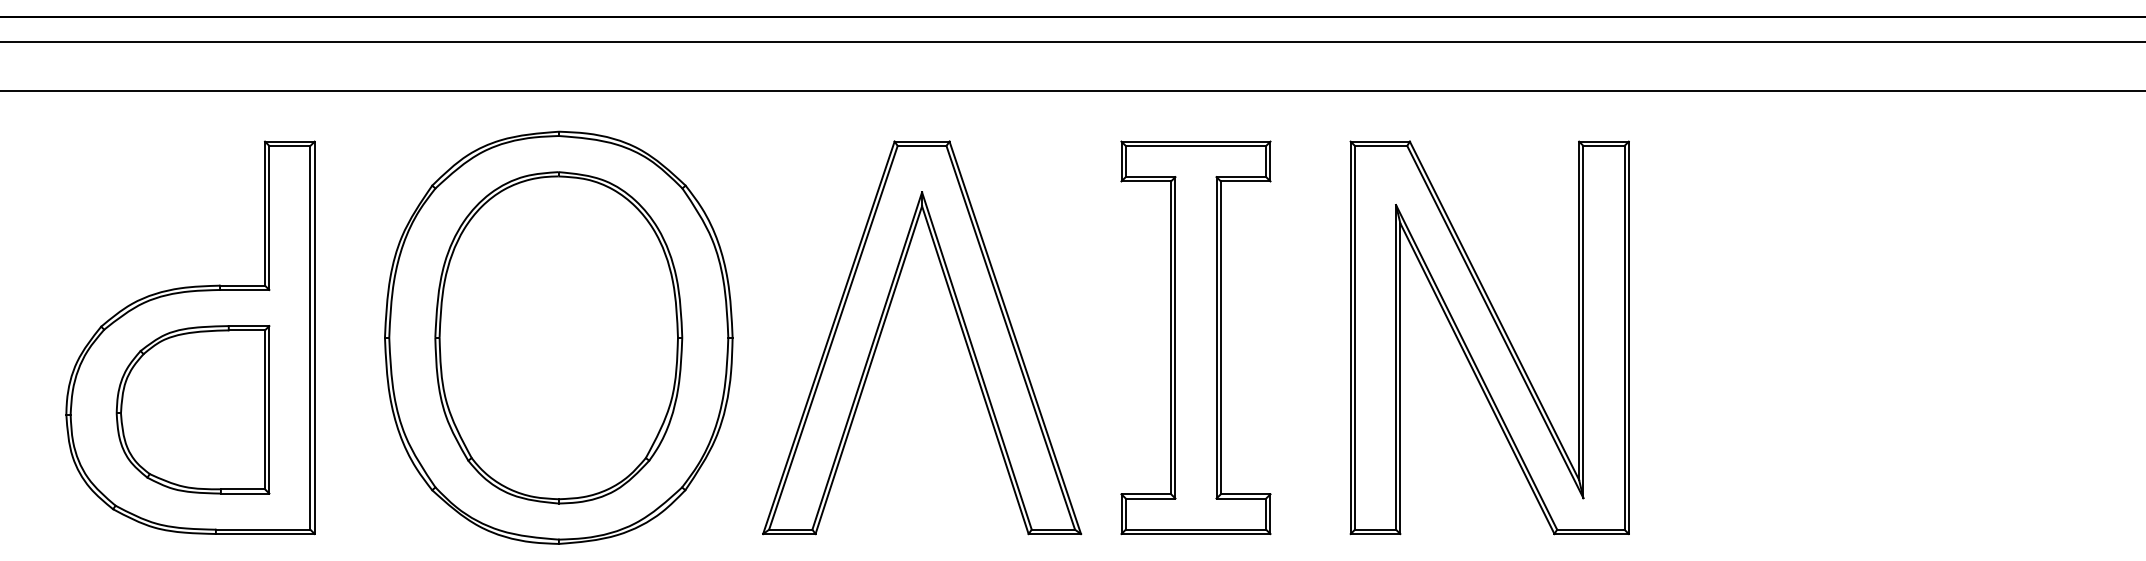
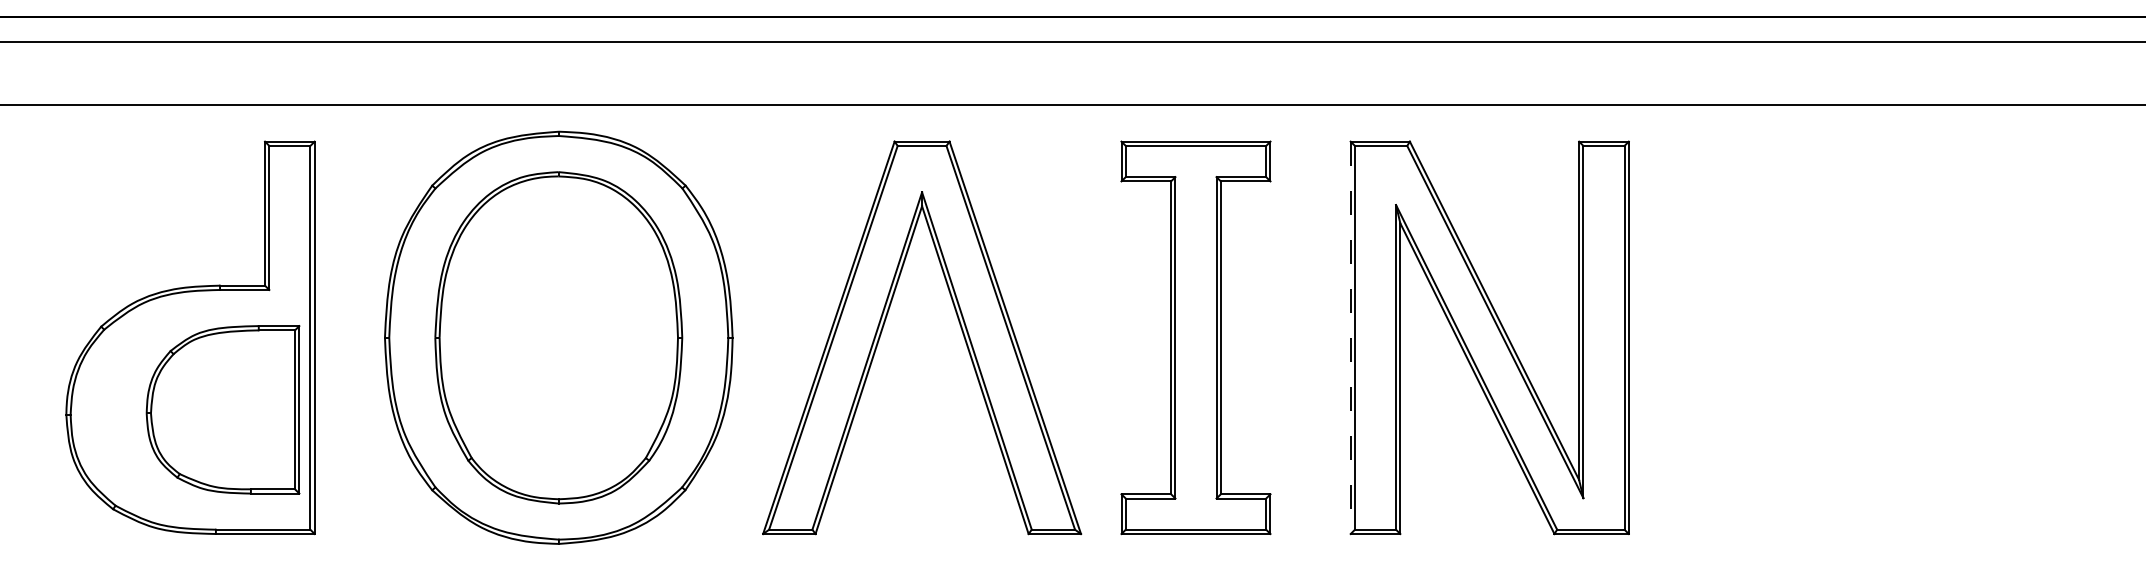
line at (1072, 90) position: (1072, 90) -> (1072, 104)
line at (1350, 338): solid -> dashed
part at (192, 409) position: (192, 409) -> (222, 409)
